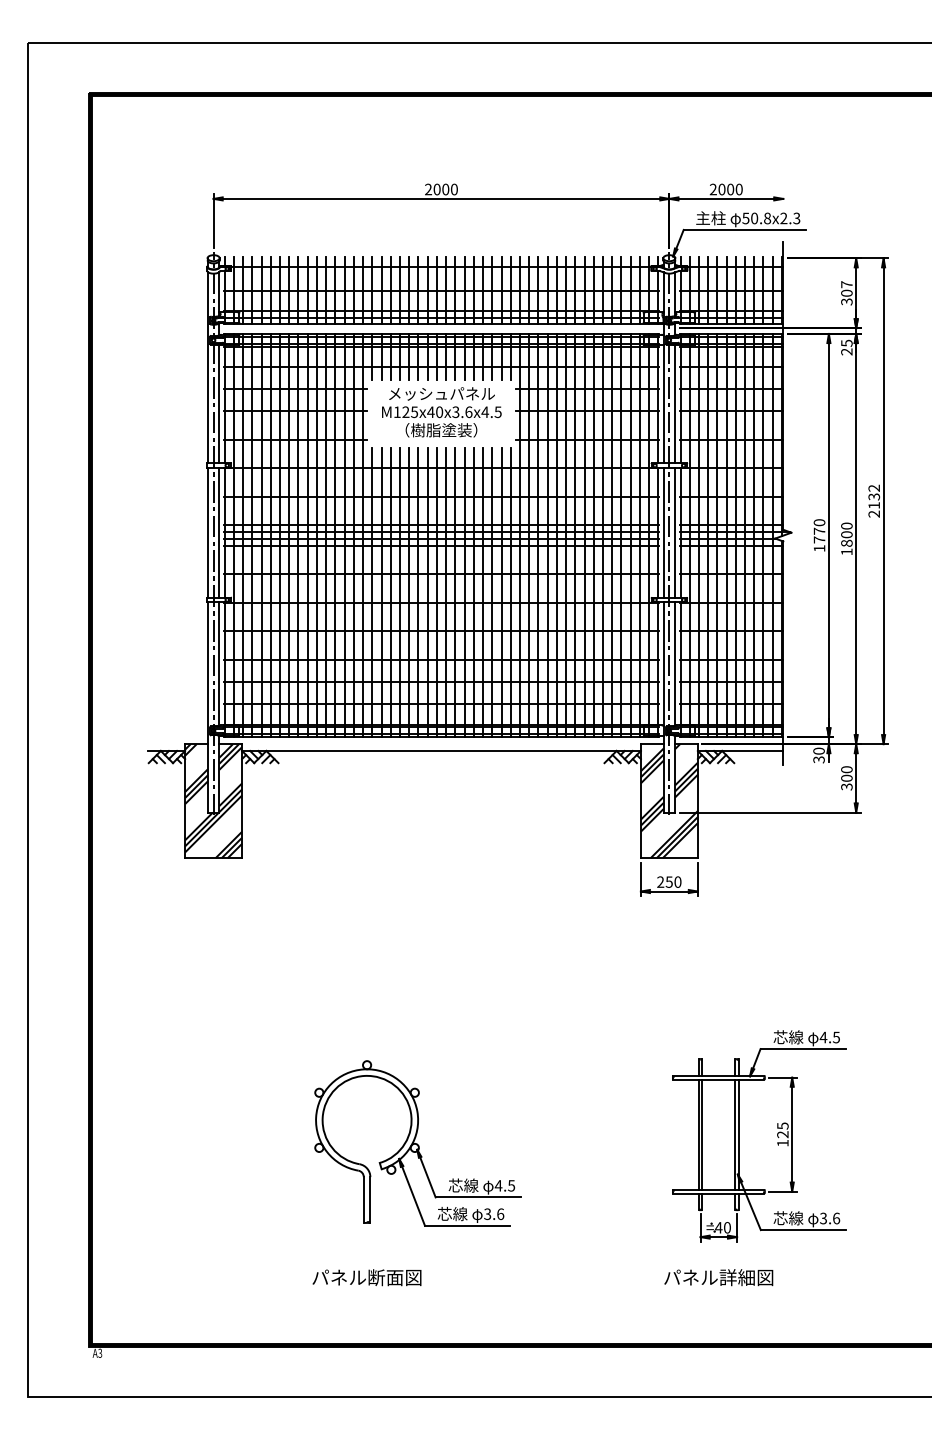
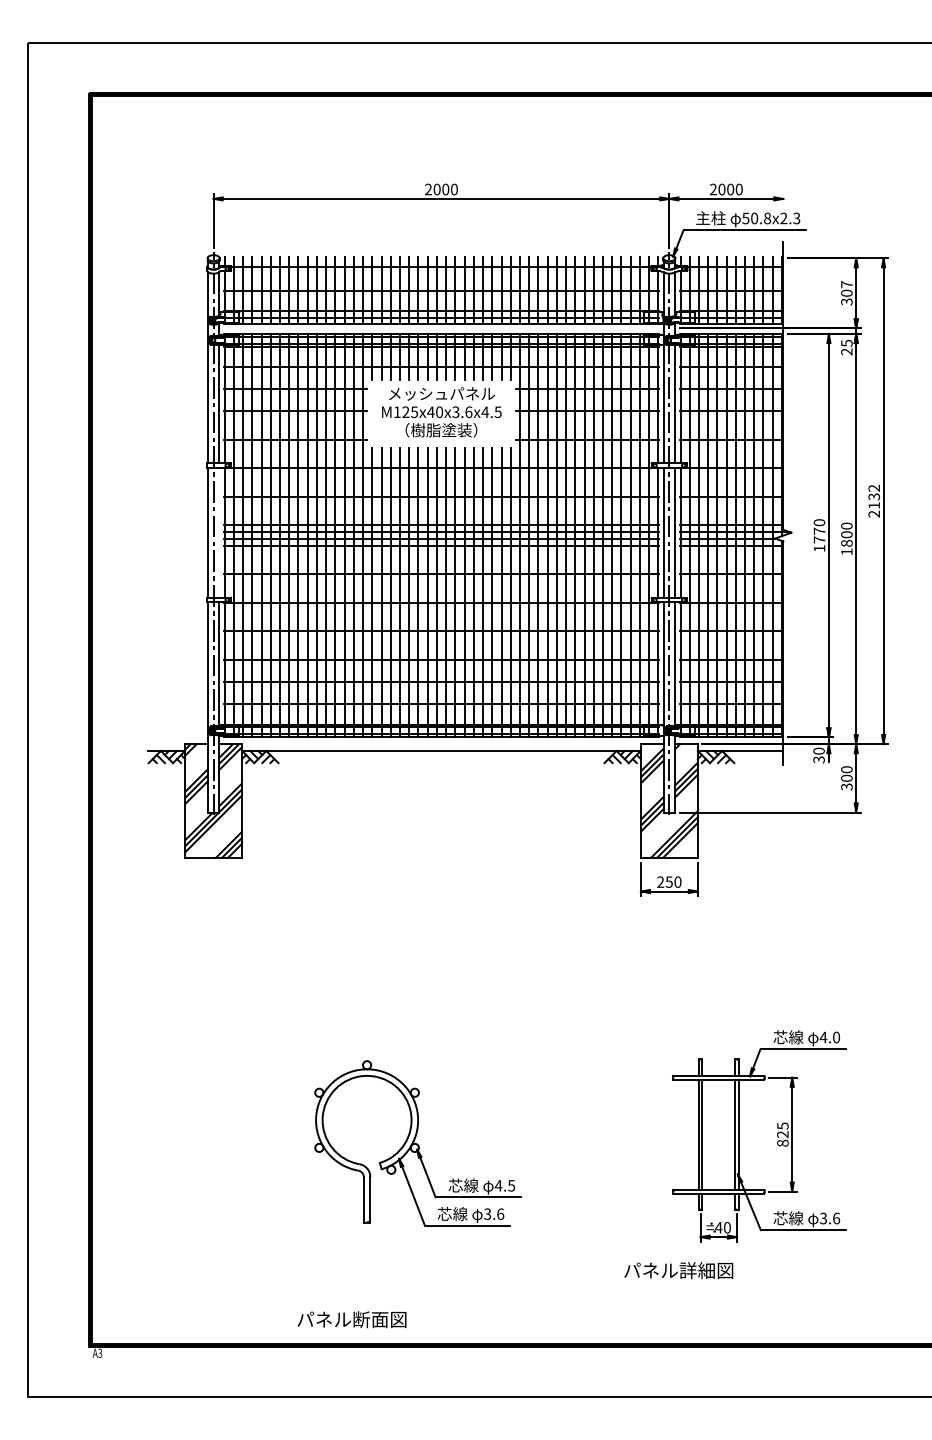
line at (219, 532): present -> none
text at (836, 1037): 4.5 -> 4.0
text at (782, 1142): 125 -> 825
text at (366, 1277) position: (366, 1277) -> (351, 1319)
text at (718, 1277) position: (718, 1277) -> (678, 1270)
